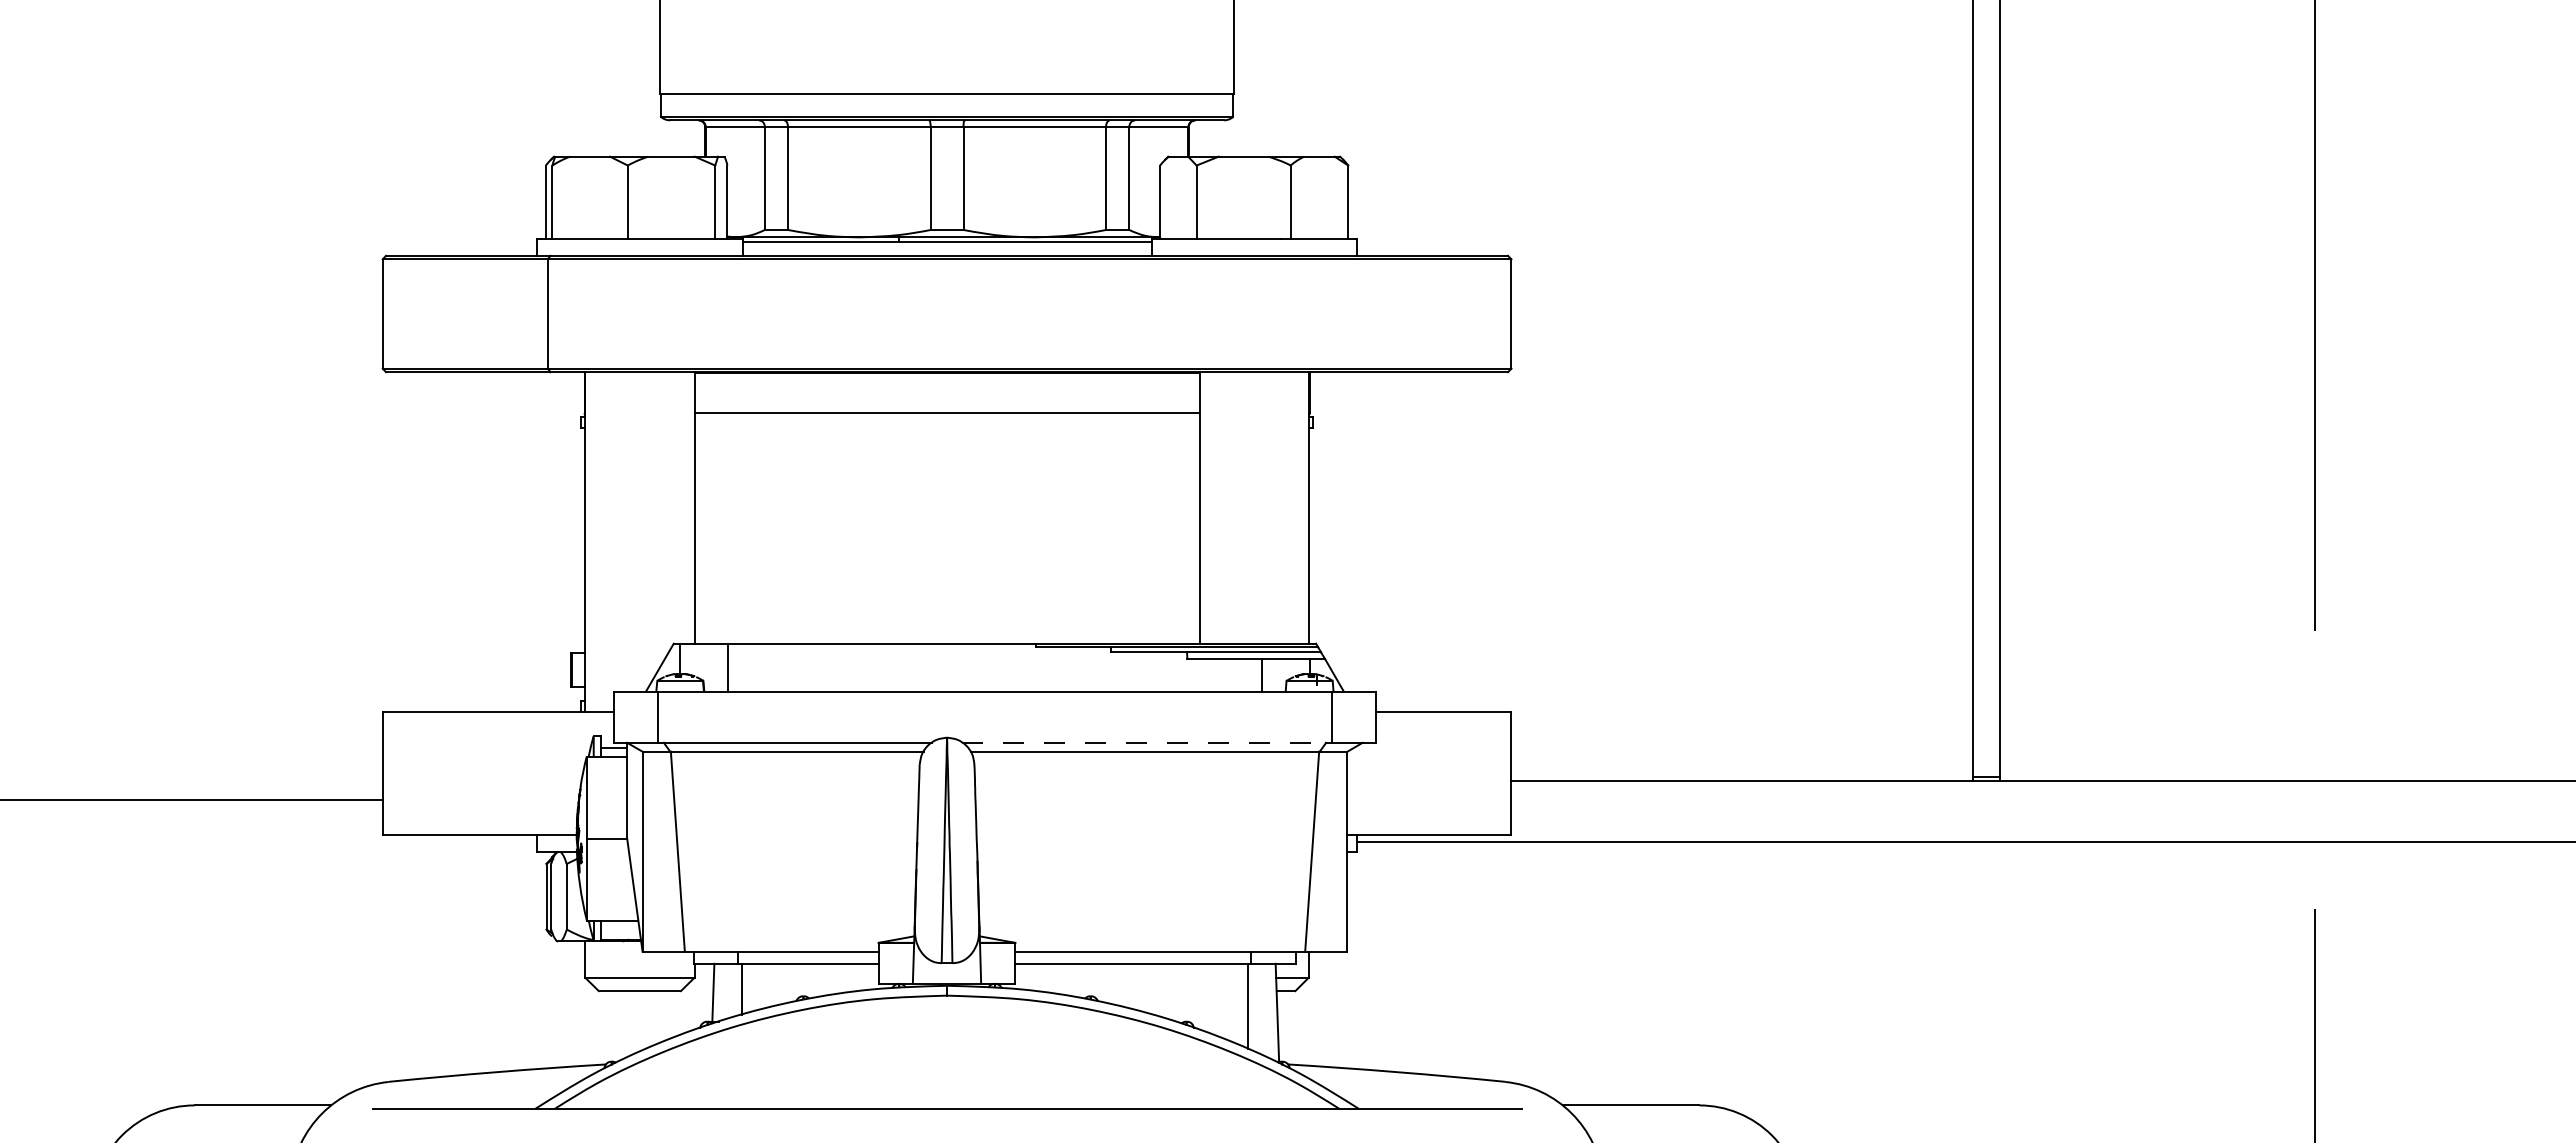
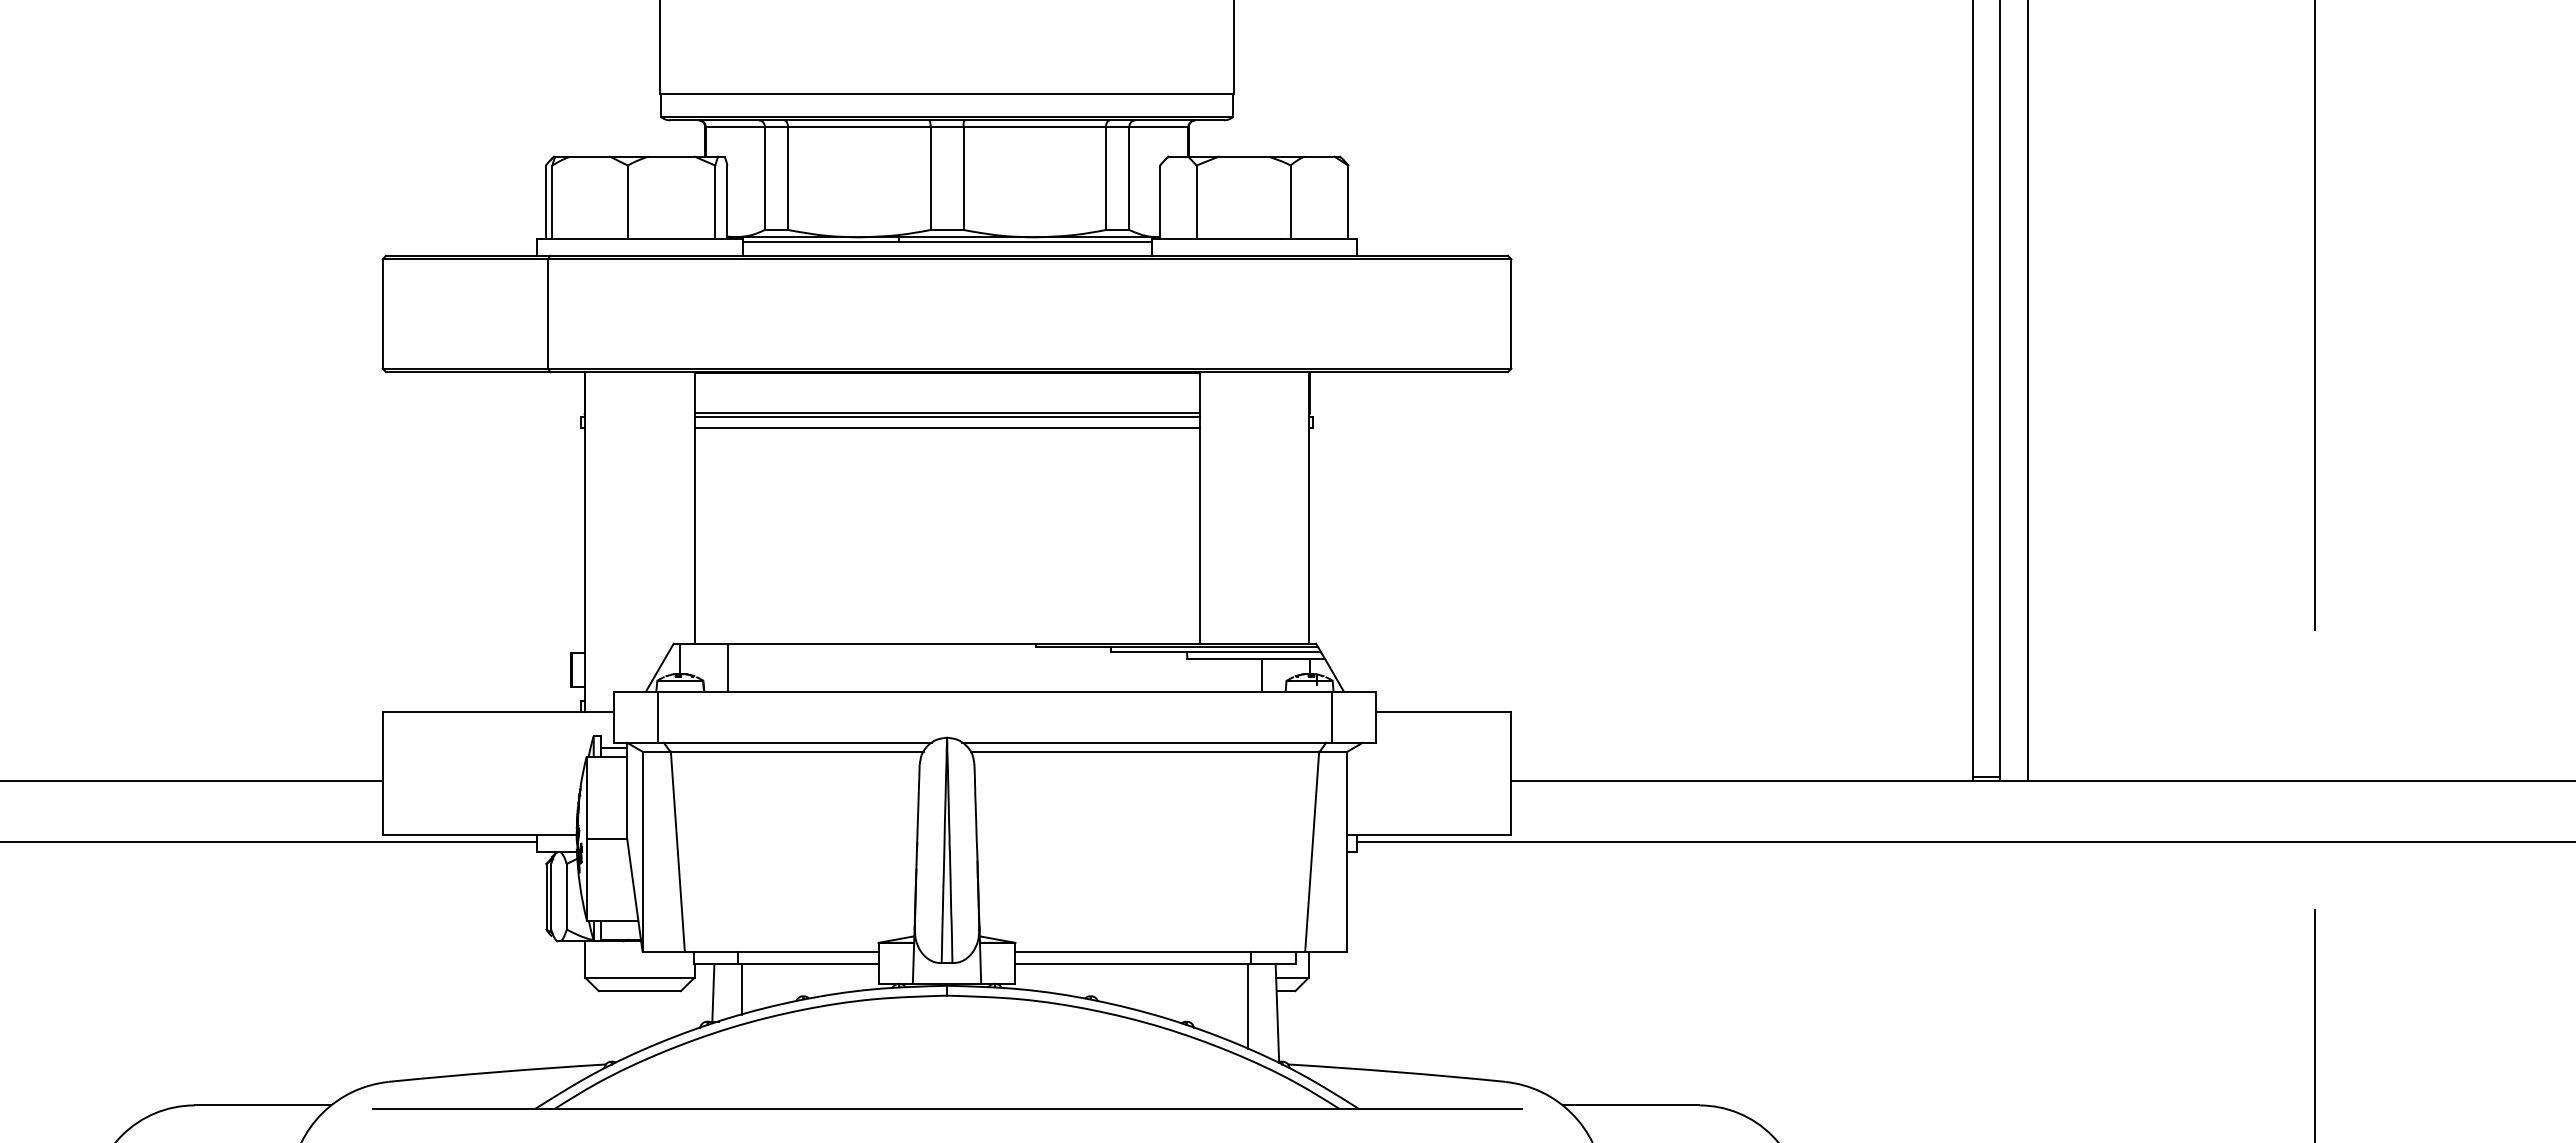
line at (2027, 391): none -> present
line at (946, 416): none -> present
line at (946, 427): none -> present
line at (1147, 742): dashed -> solid
line at (192, 799) position: (192, 799) -> (192, 780)
line at (269, 842): none -> present
